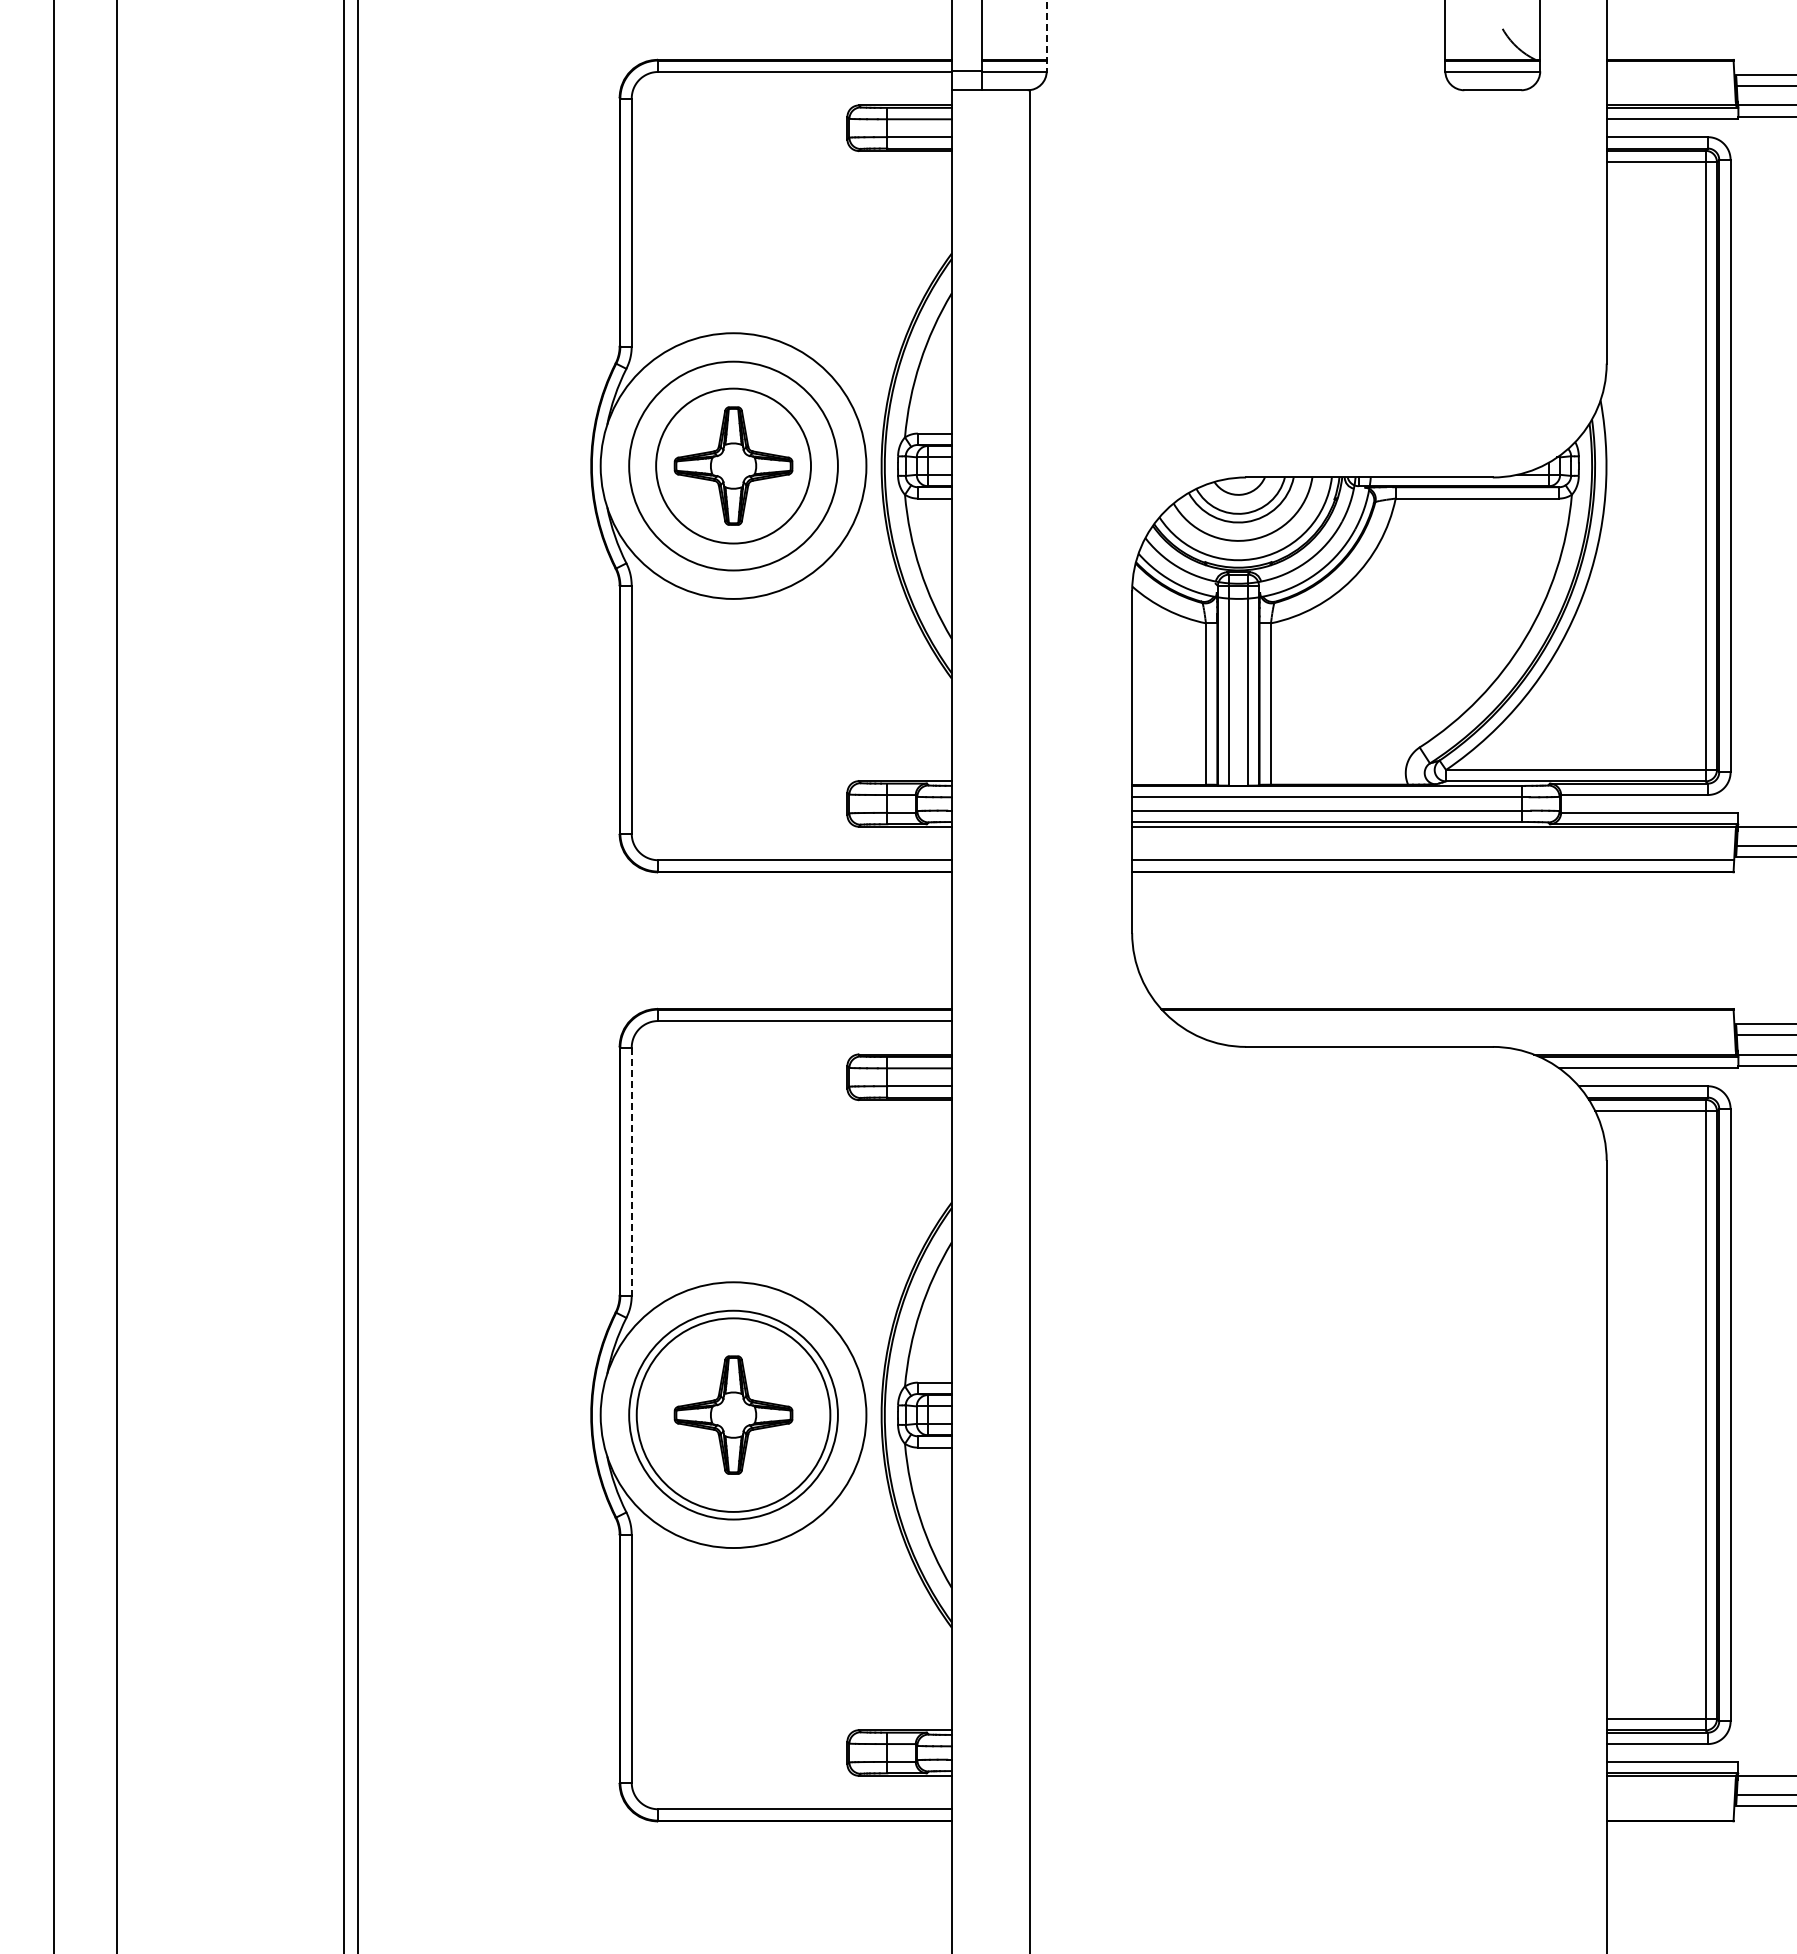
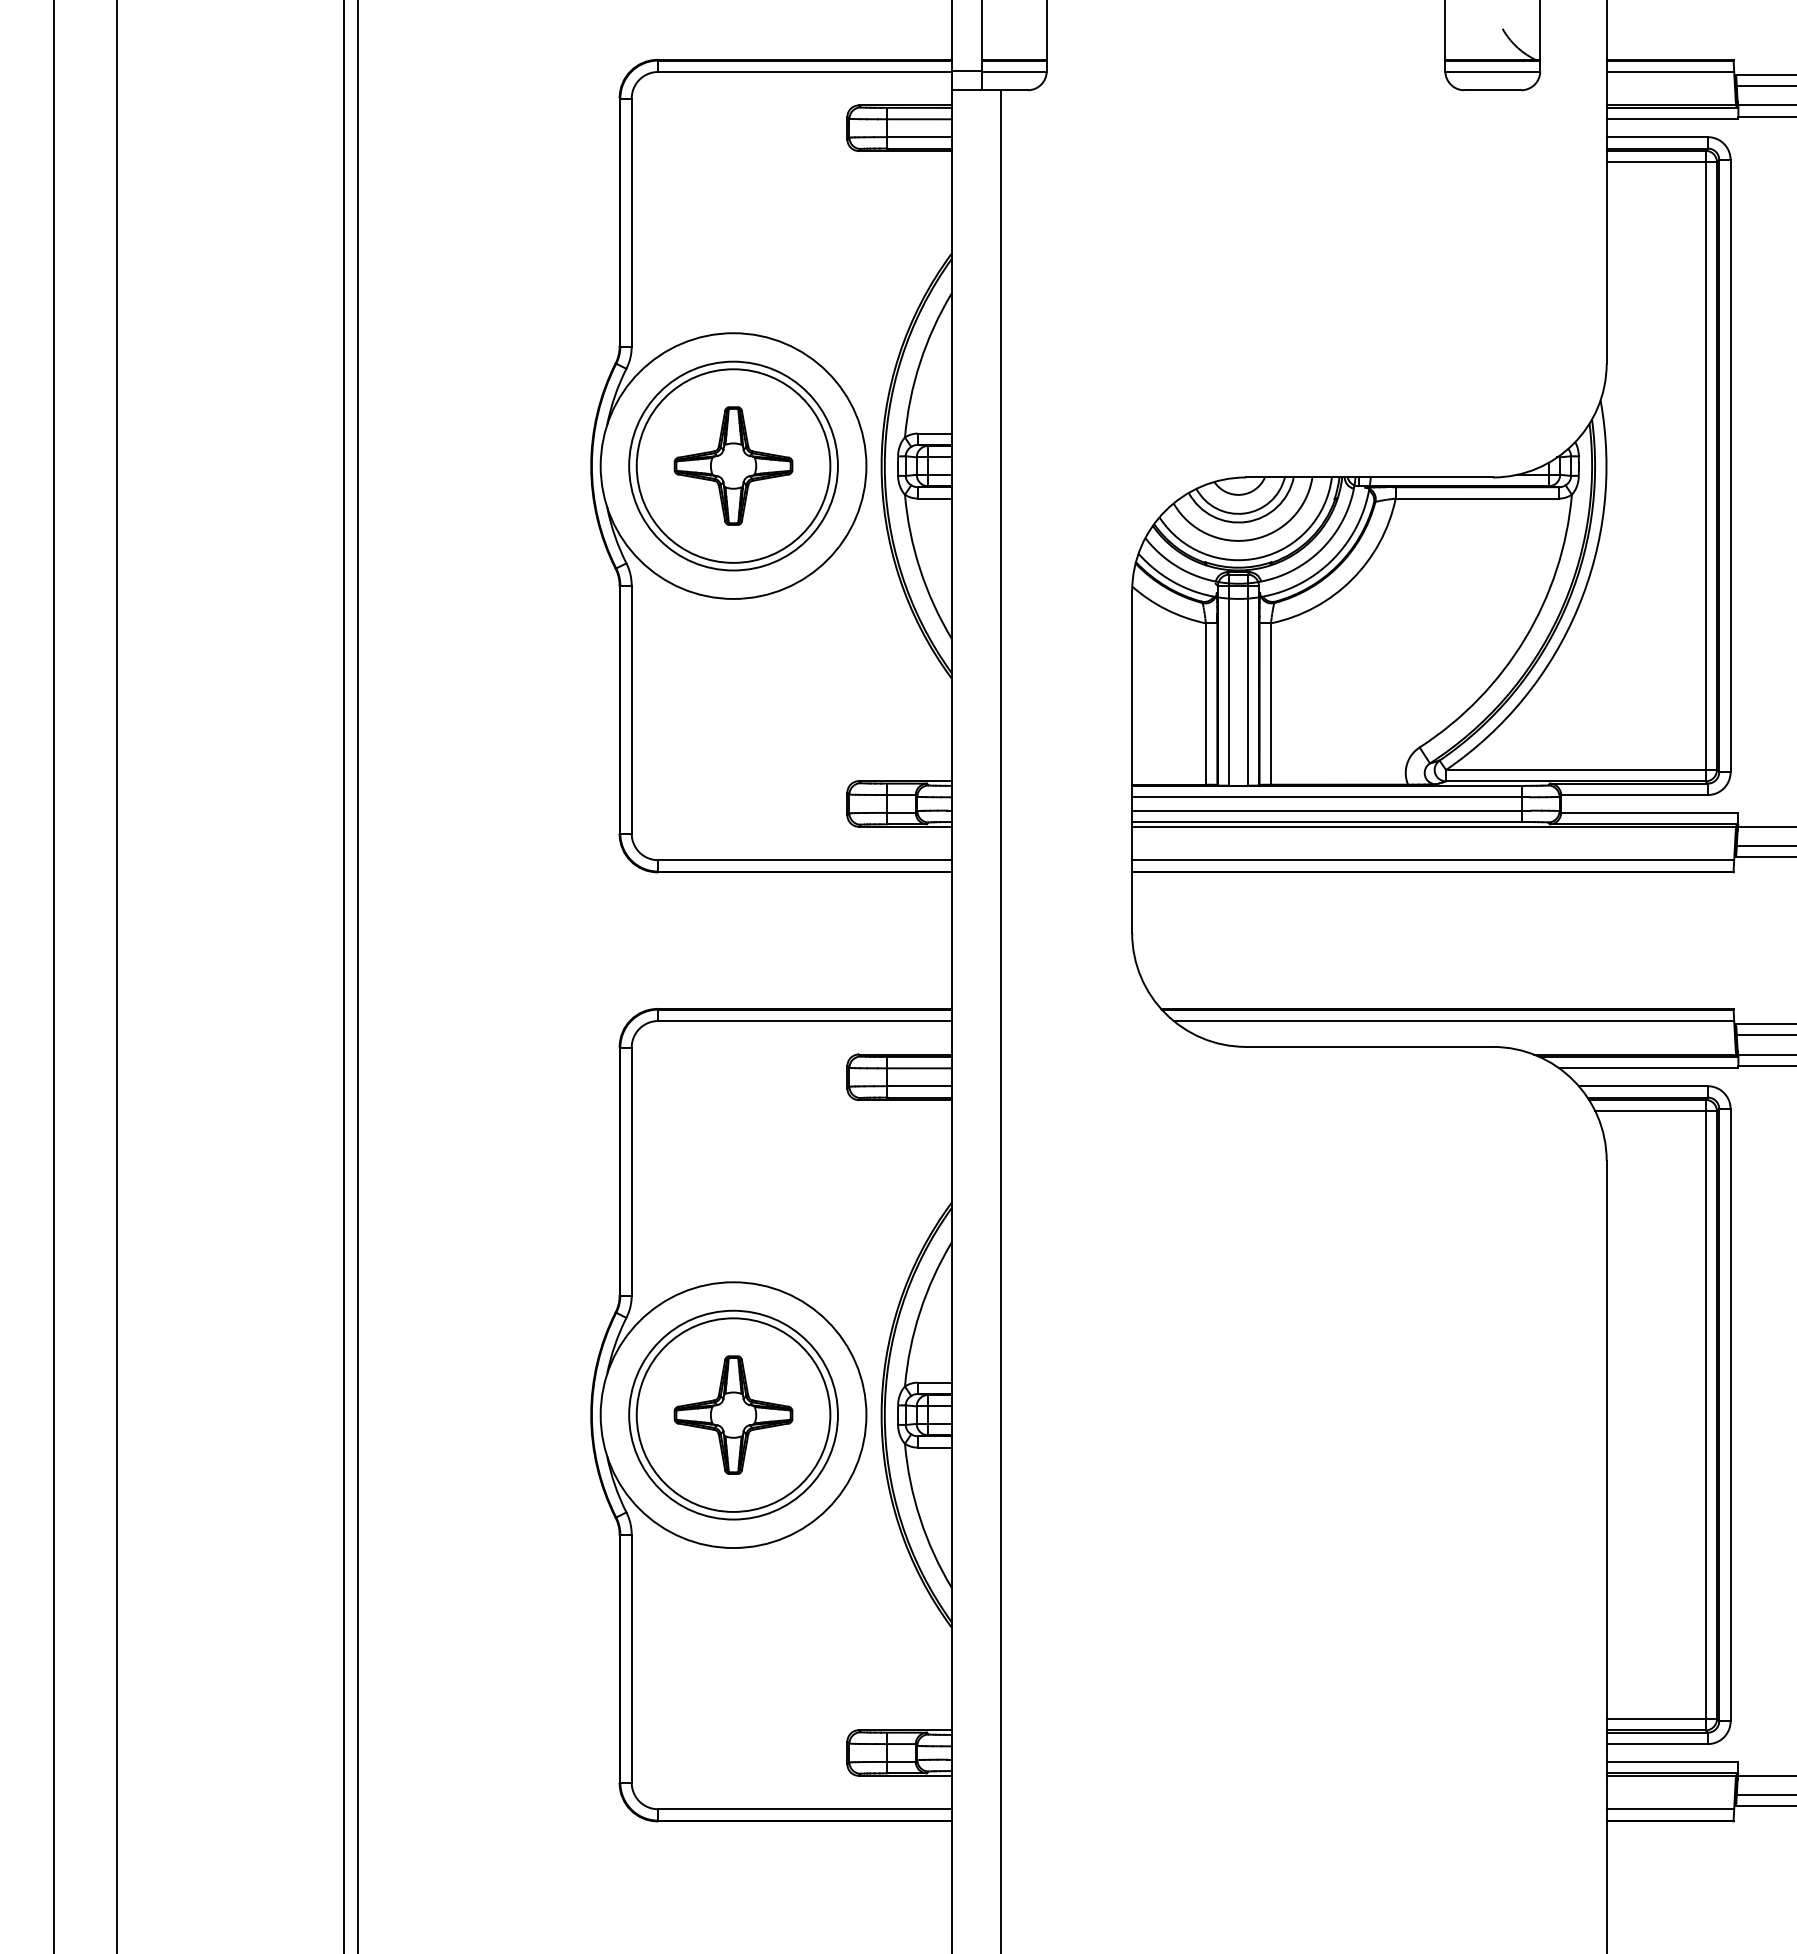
line at (1046, 36): dashed -> solid
line at (1670, 71): none -> present
circle at (733, 465) diameter: 155 px -> 194 px
line at (1030, 1020) position: (1030, 1020) -> (1001, 1020)
line at (1453, 1021): none -> present
line at (631, 1172): dashed -> solid
line at (1670, 1809): none -> present
